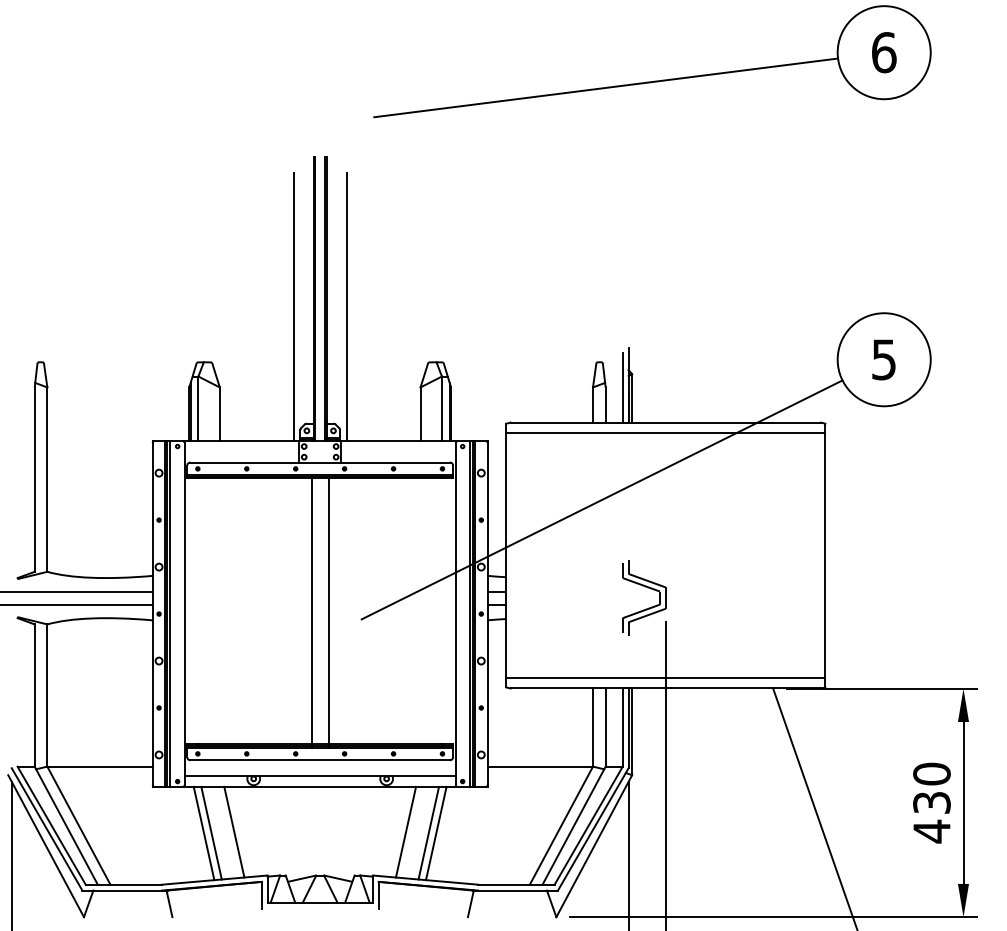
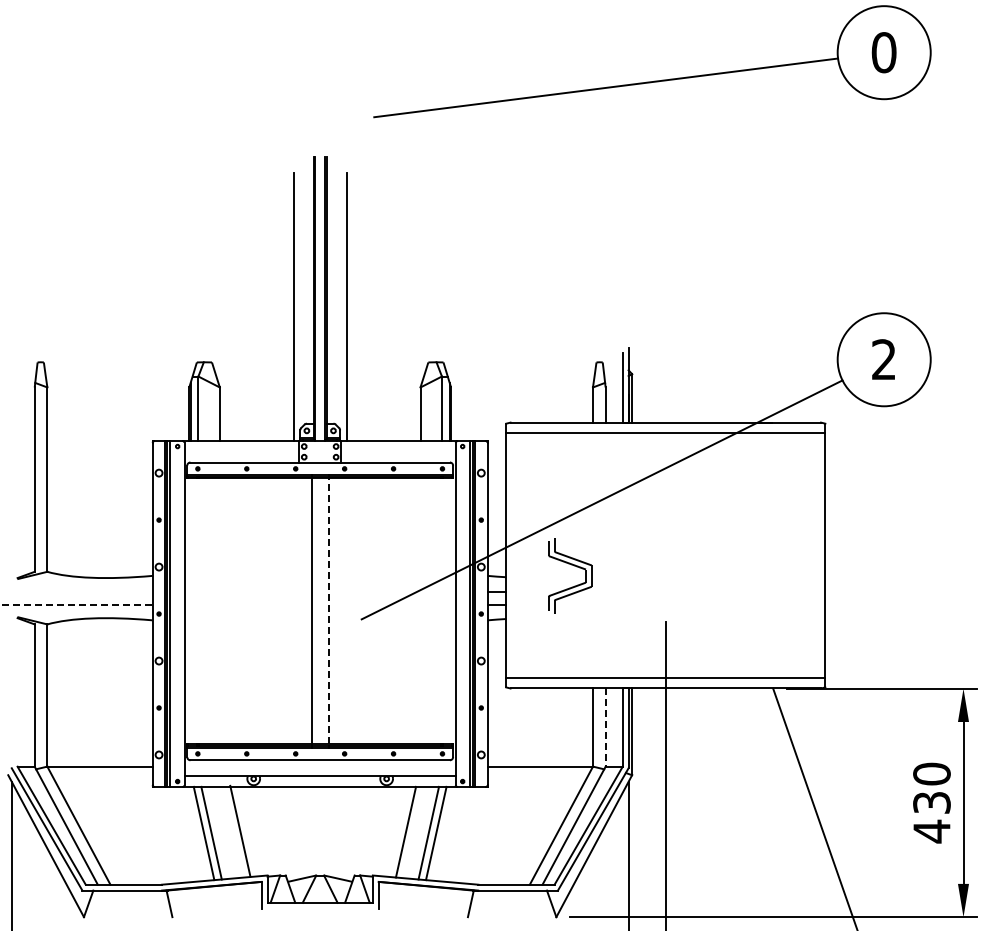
text at (883, 52): 6 -> 0
text at (883, 359): 5 -> 2
part at (648, 588) position: (648, 588) -> (574, 566)
line at (77, 591): present -> none
line at (77, 604): solid -> dashed
line at (328, 611): solid -> dashed
line at (605, 728): solid -> dashed
line at (234, 831) position: (234, 831) -> (240, 830)
